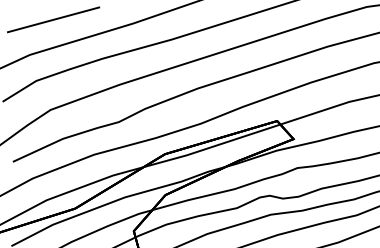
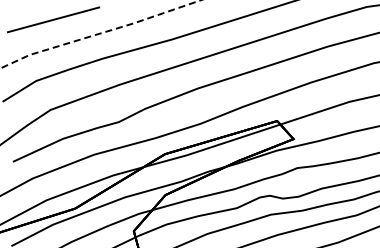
line at (100, 33): solid -> dashed
